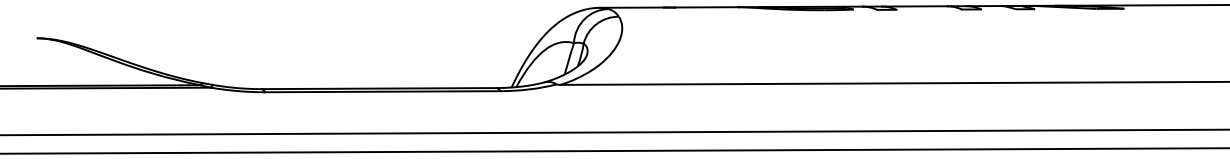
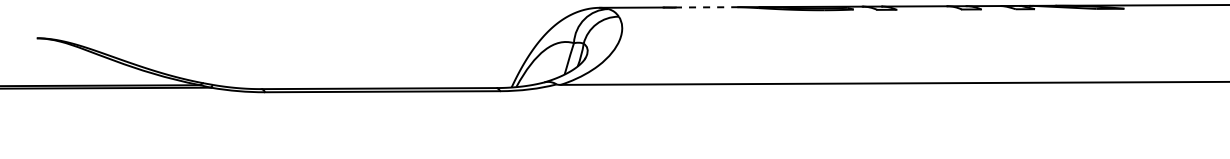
line at (706, 7): solid -> dashed
line at (614, 132): present -> none
line at (614, 150): present -> none
